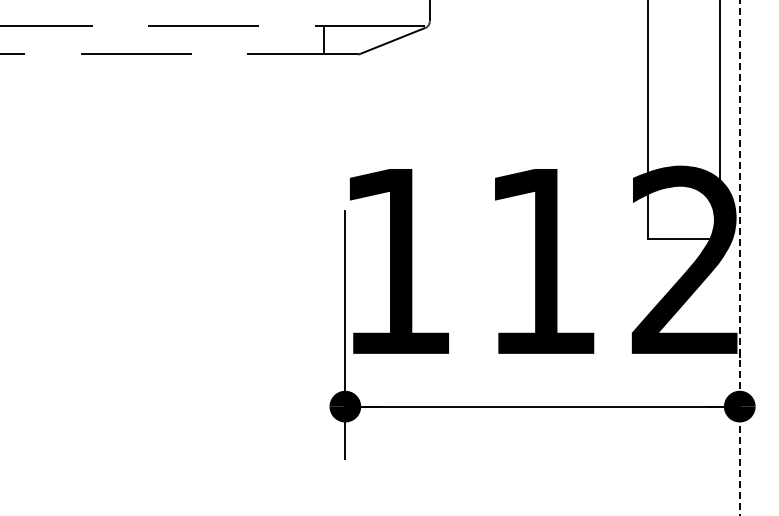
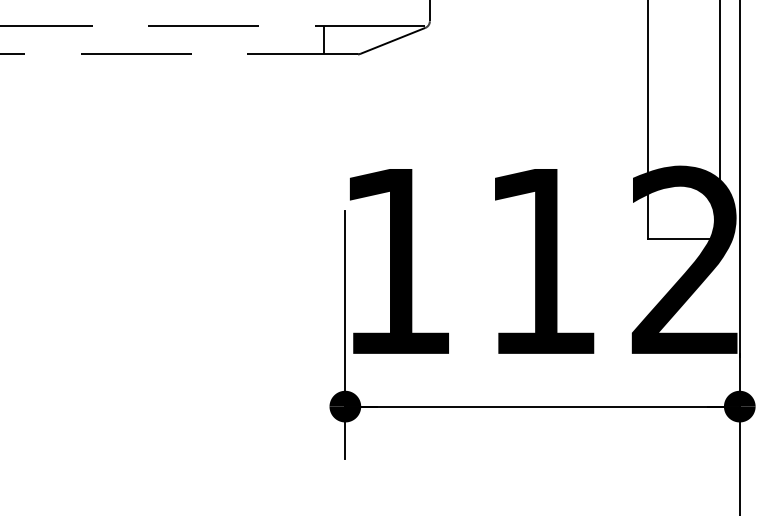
line at (739, 258): dashed -> solid
